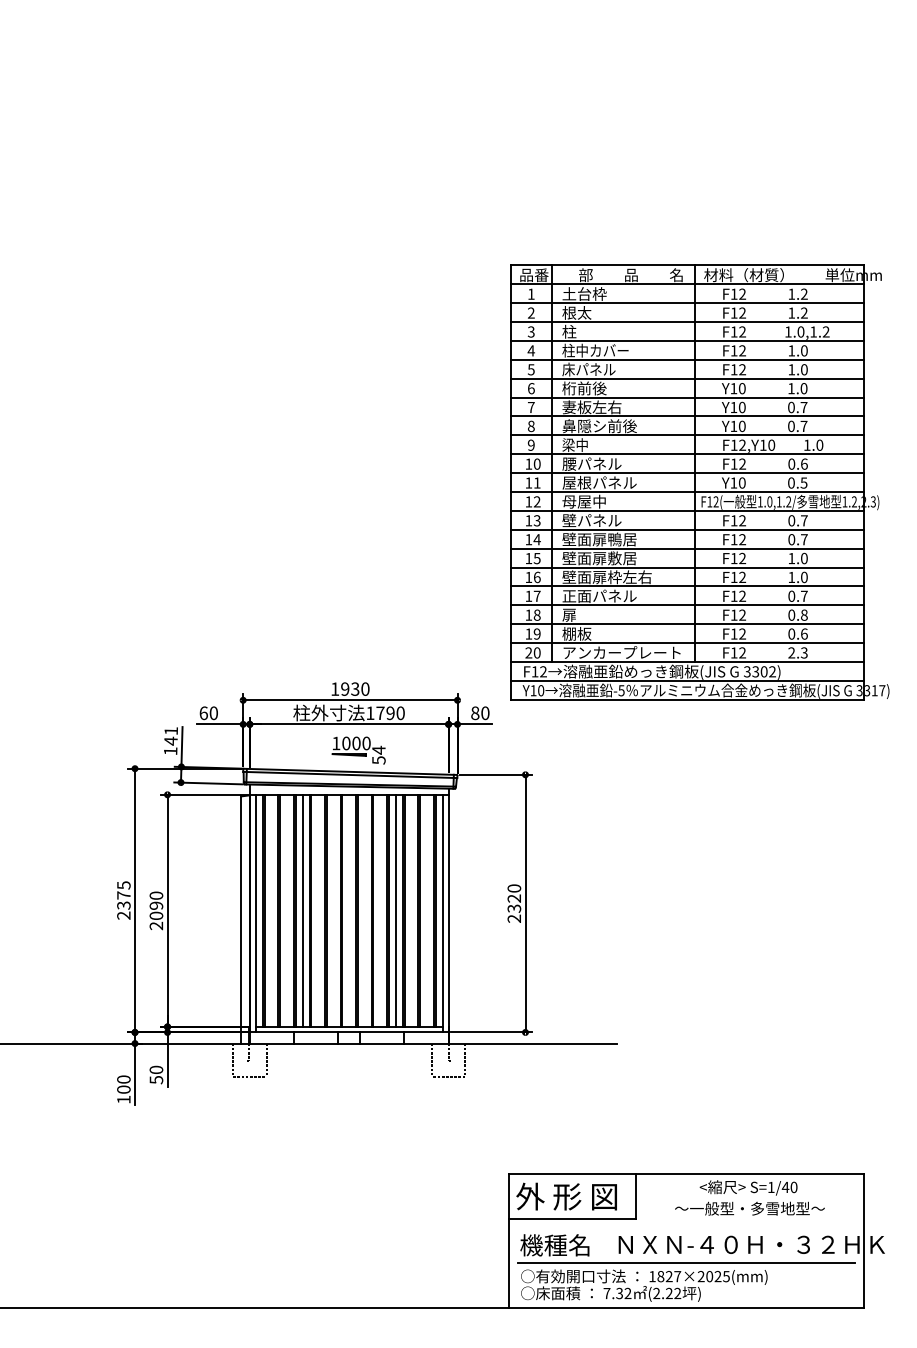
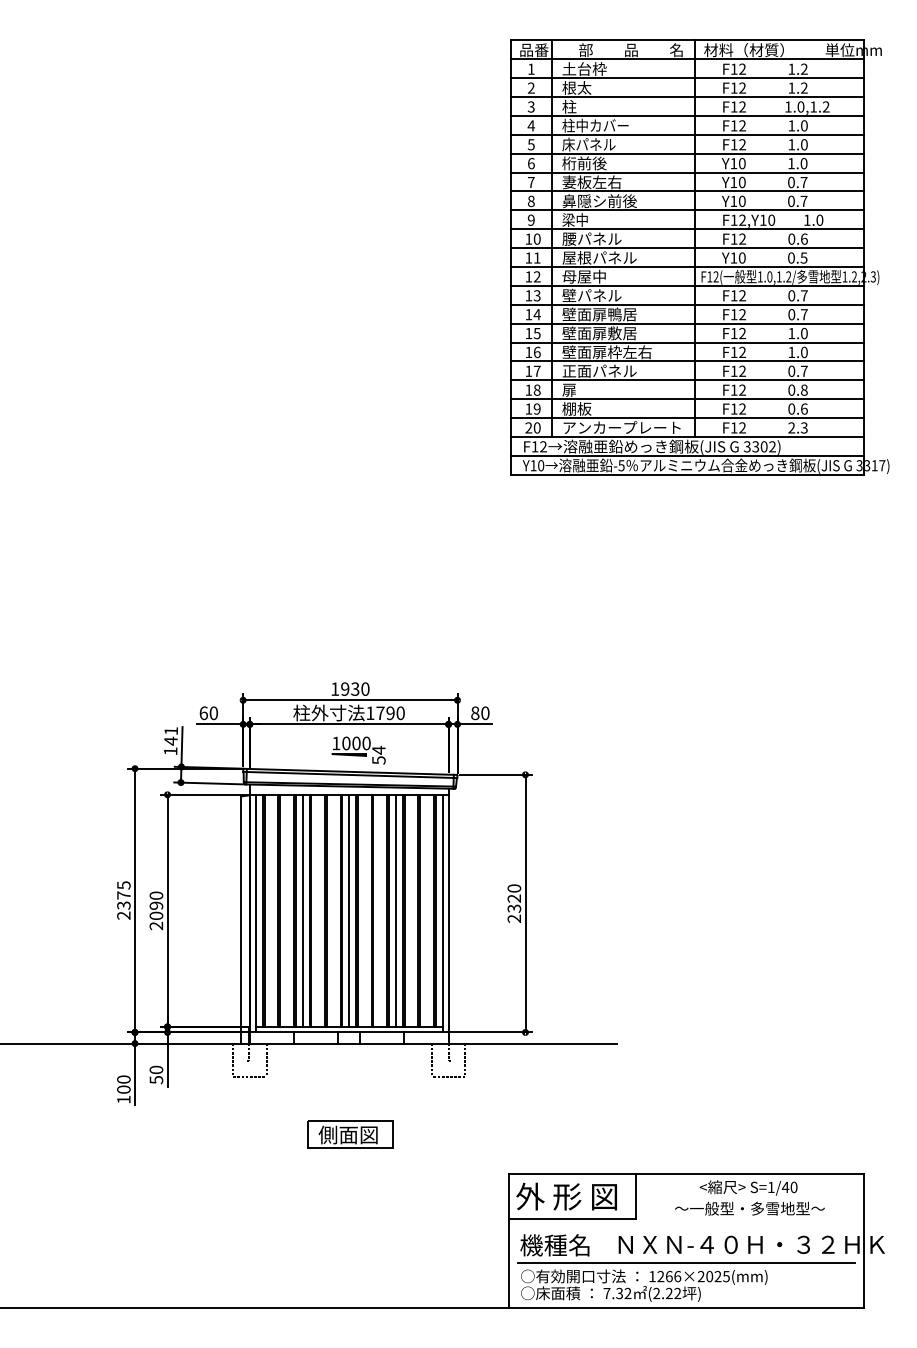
part at (699, 482) position: (699, 482) -> (699, 257)
line at (349, 910): none -> present
part at (350, 1134): none -> present
text at (669, 1276): 1827×2025(mm) -> 1266×2025(mm)
